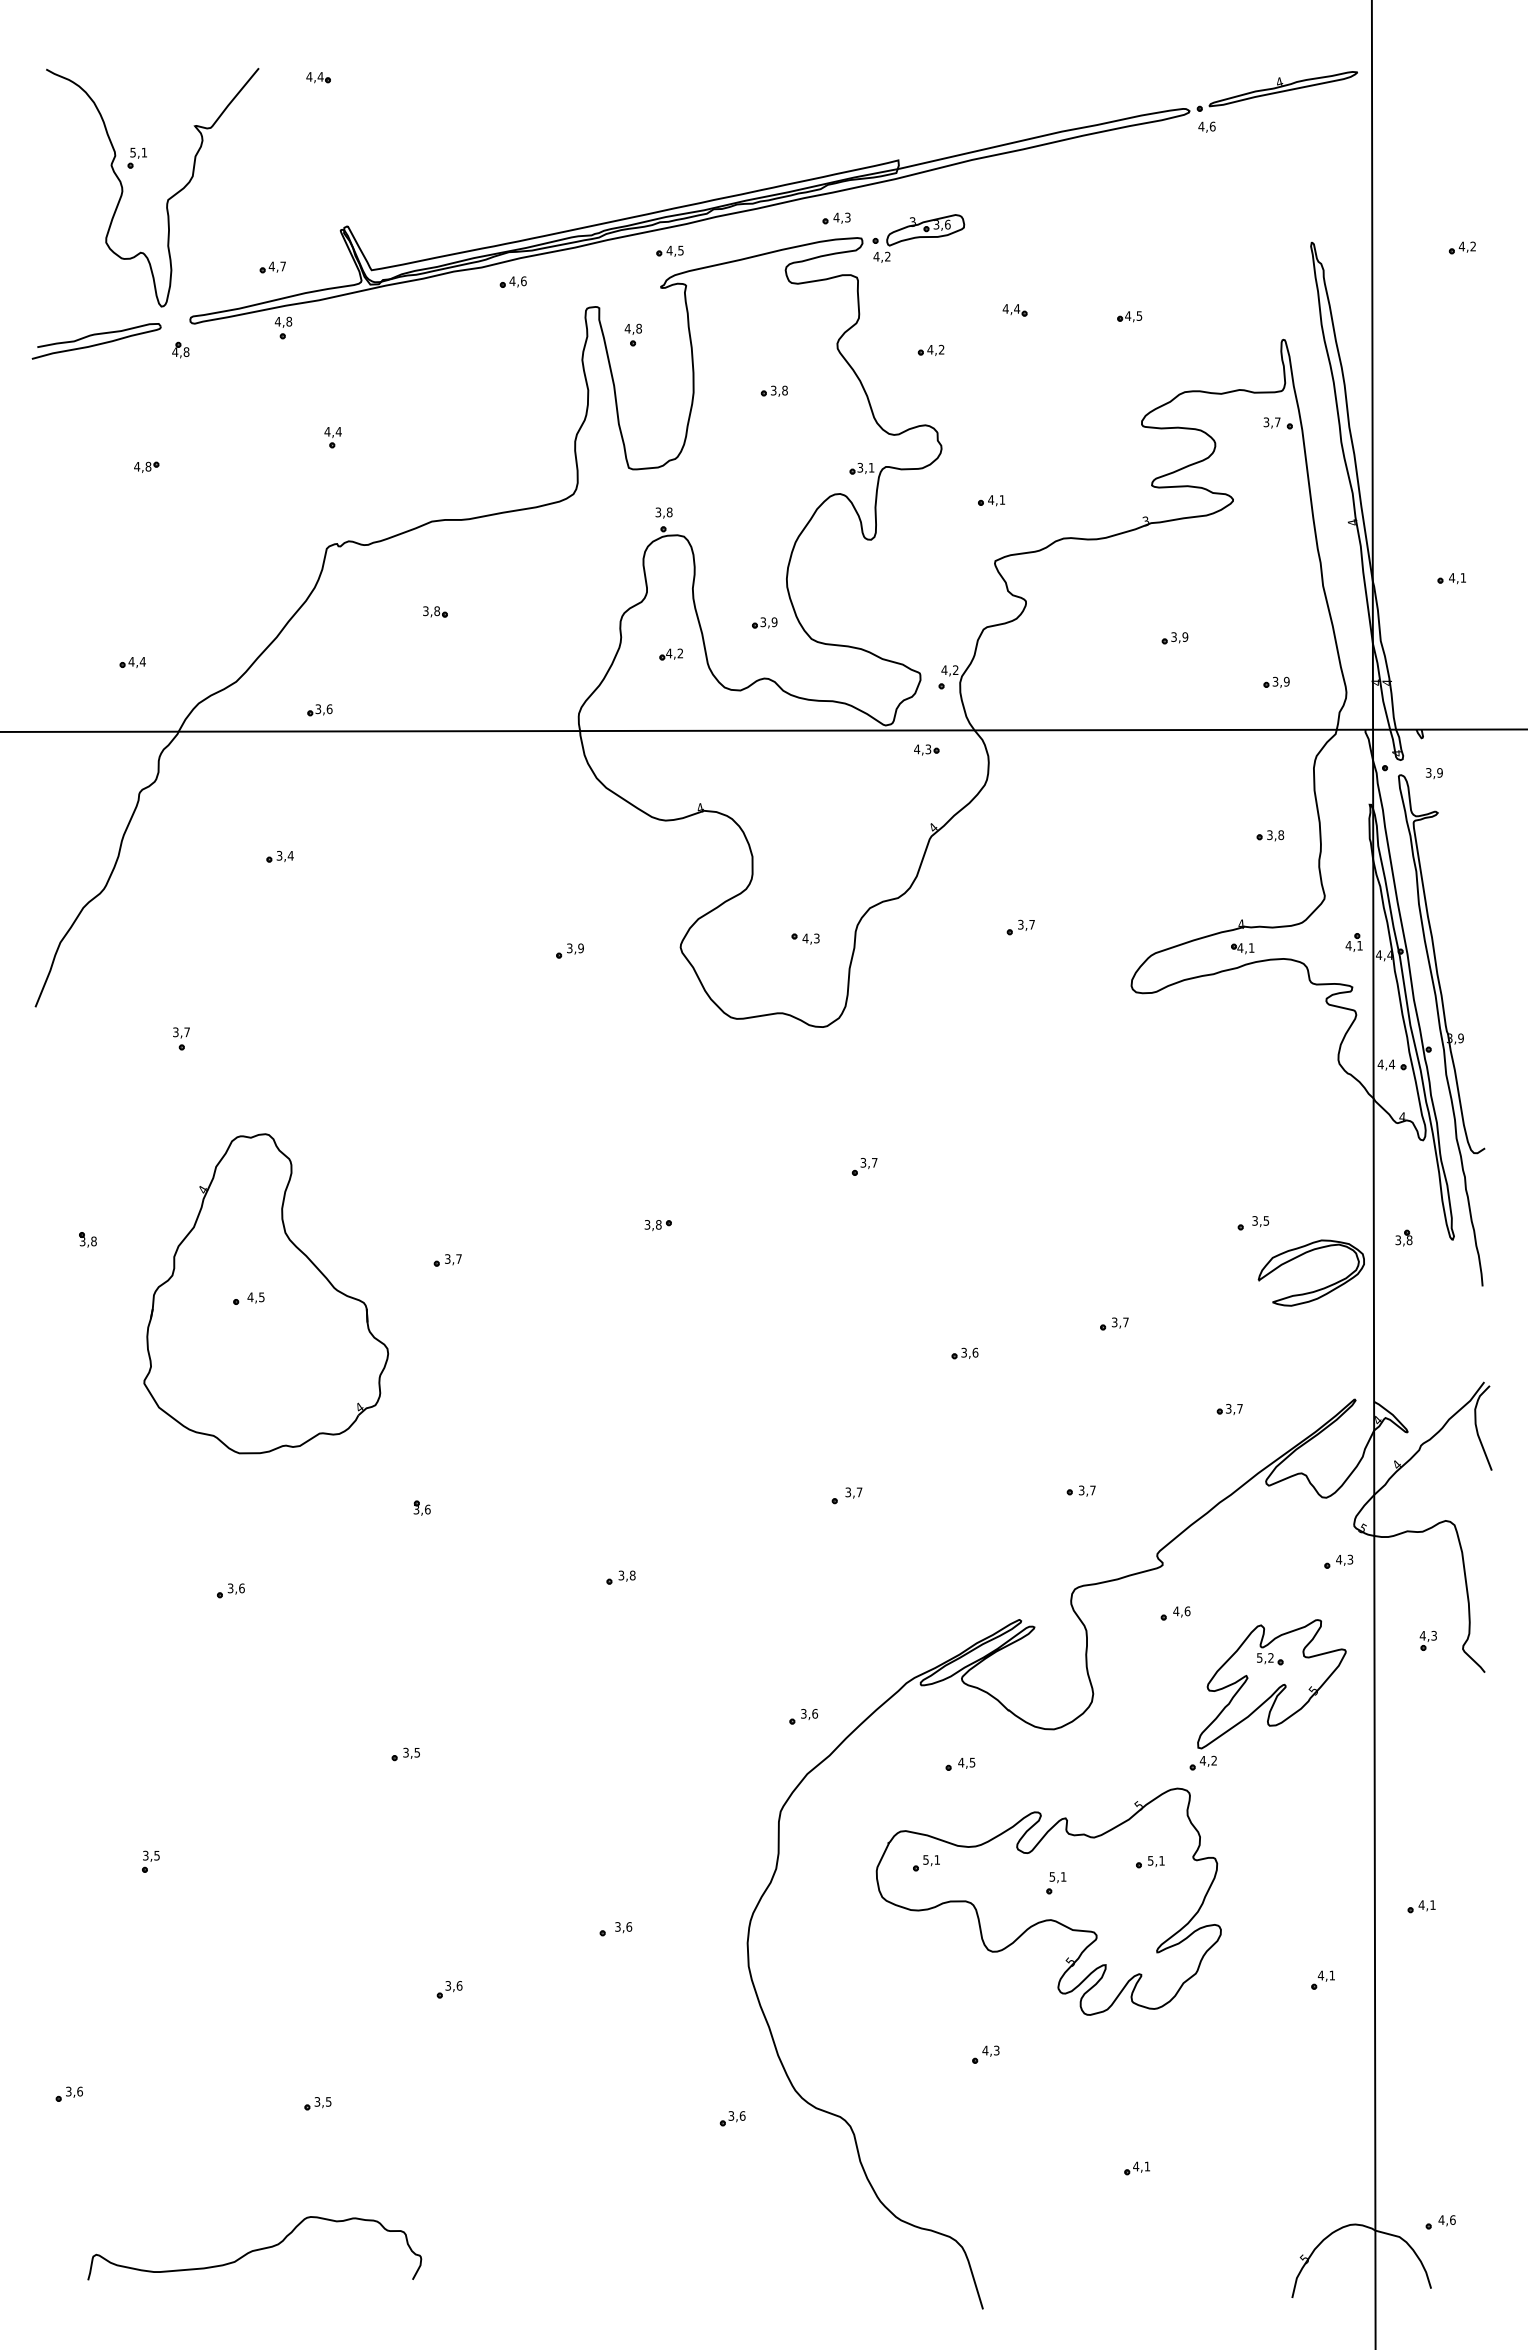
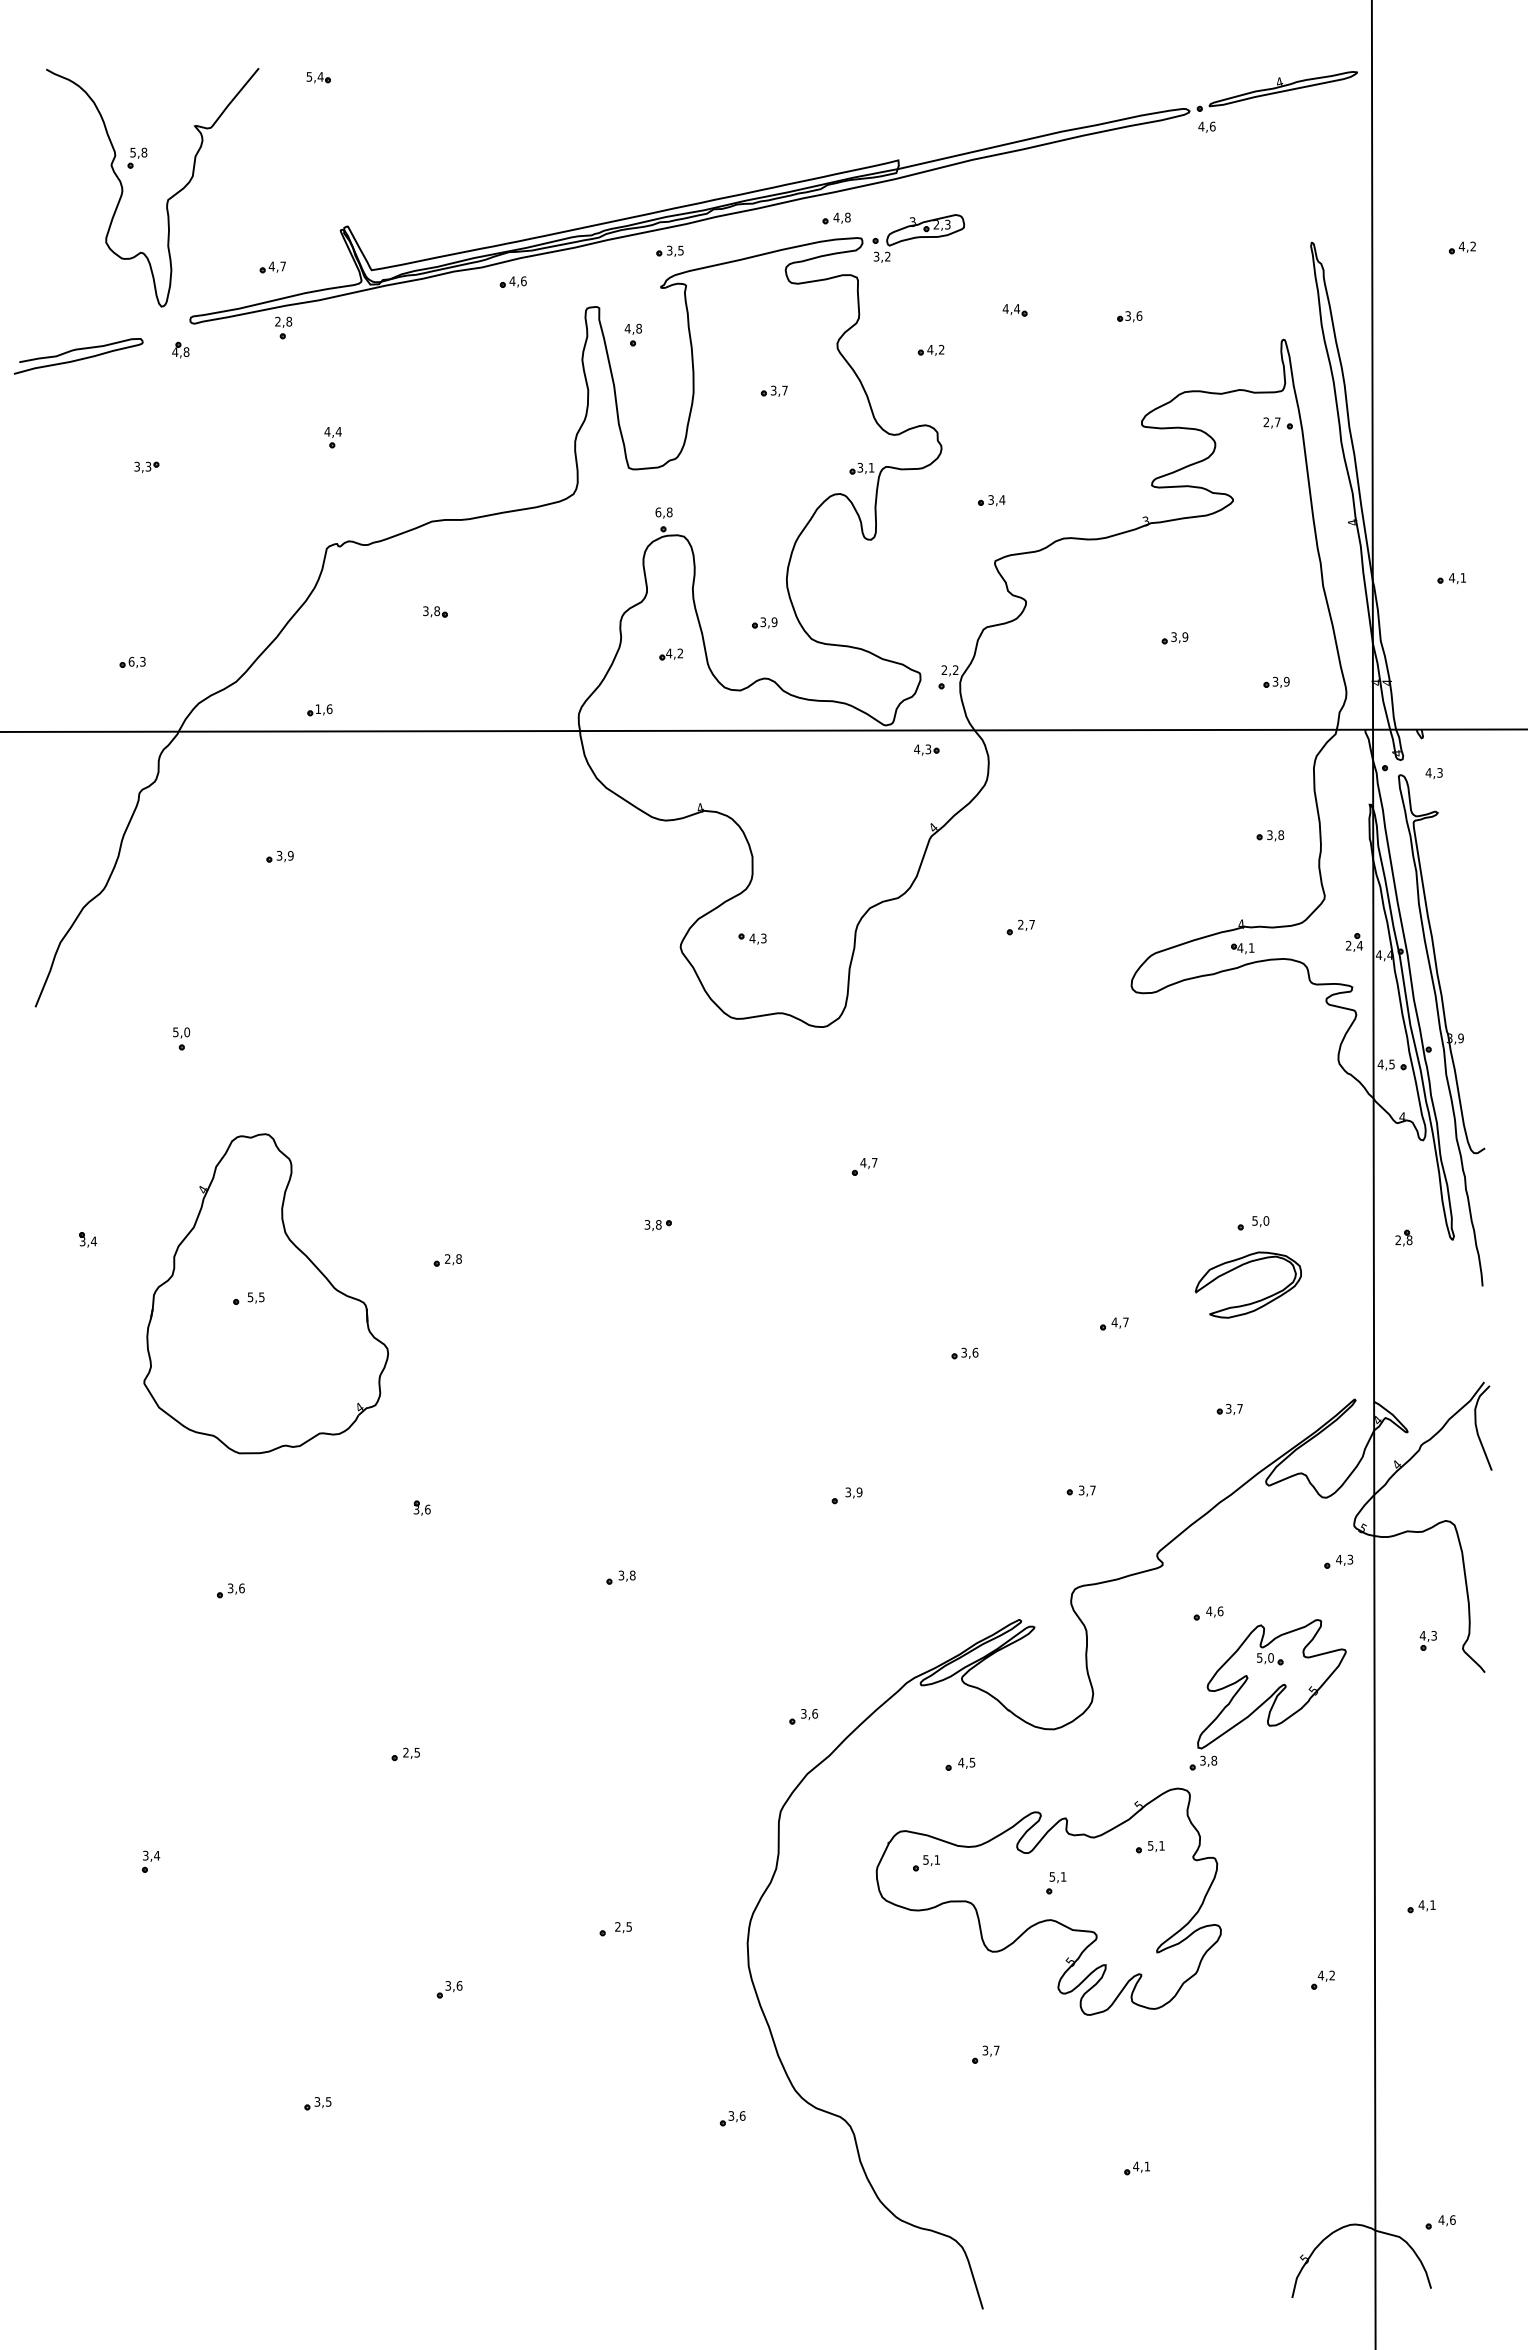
text at (309, 76): 4,4 -> 5,4
text at (144, 152): 5,1 -> 5,8
text at (847, 217): 4,3 -> 4,8
text at (941, 224): 3,6 -> 2,3
text at (669, 250): 4,5 -> 3,5
text at (876, 256): 4,2 -> 3,2
text at (1133, 315): 4,5 -> 3,6
text at (277, 321): 4,8 -> 2,8
part at (96, 341) position: (96, 341) -> (78, 356)
text at (784, 390): 3,8 -> 3,7
text at (1266, 422): 3,7 -> 2,7
text at (142, 466): 4,8 -> 3,3
text at (996, 499): 4,1 -> 3,4
text at (658, 512): 3,8 -> 6,8
text at (136, 661): 4,4 -> 6,3
text at (944, 669): 4,2 -> 2,2
text at (318, 709): 3,6 -> 1,6
text at (1433, 772): 3,9 -> 4,3
text at (290, 855): 3,4 -> 3,9
text at (1020, 924): 3,7 -> 2,7
part at (805, 938) position: (805, 938) -> (752, 938)
text at (1354, 945): 4,1 -> 2,4
part at (569, 950): present -> none
text at (181, 1032): 3,7 -> 5,0
text at (1392, 1064): 4,4 -> 4,5
text at (863, 1162): 3,7 -> 4,7
text at (1260, 1220): 3,5 -> 5,0
text at (1398, 1240): 3,8 -> 2,8
text at (93, 1241): 3,8 -> 3,4
text at (453, 1258): 3,7 -> 2,8
part at (1317, 1289) position: (1317, 1289) -> (1254, 1301)
text at (250, 1297): 4,5 -> 5,5
text at (1114, 1322): 3,7 -> 4,7
text at (859, 1492): 3,7 -> 3,9
part at (1175, 1613) position: (1175, 1613) -> (1208, 1613)
text at (1270, 1657): 5,2 -> 5,0
text at (405, 1752): 3,5 -> 2,5
text at (1208, 1760): 4,2 -> 3,8
text at (157, 1855): 3,5 -> 3,4
part at (1150, 1862) position: (1150, 1862) -> (1150, 1847)
text at (623, 1926): 3,6 -> 2,5
text at (1331, 1975): 4,1 -> 4,2
text at (990, 2050): 4,3 -> 3,7
part at (68, 2093): present -> none
curve at (254, 2249): present -> none
